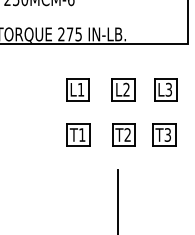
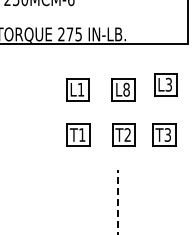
text at (126, 89): L2 -> L8
part at (165, 89) position: (165, 89) -> (165, 84)
line at (117, 201): solid -> dashed
